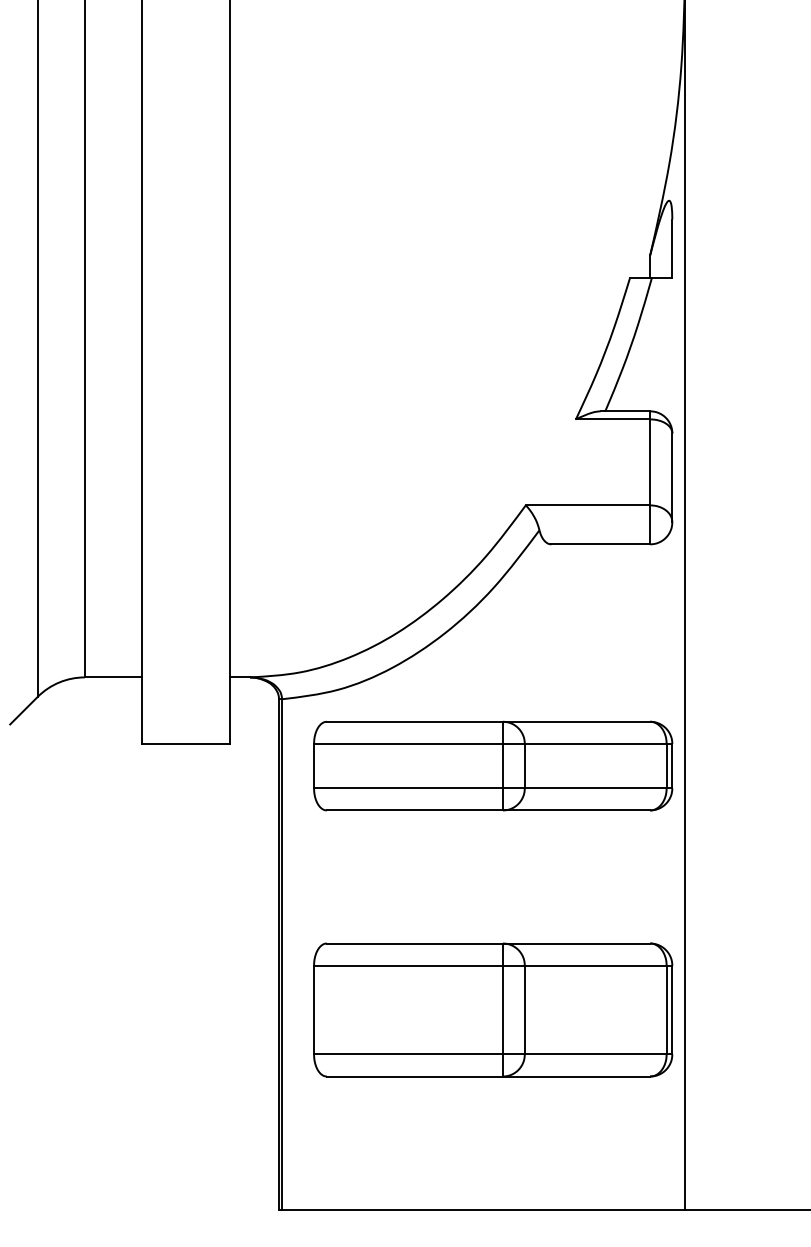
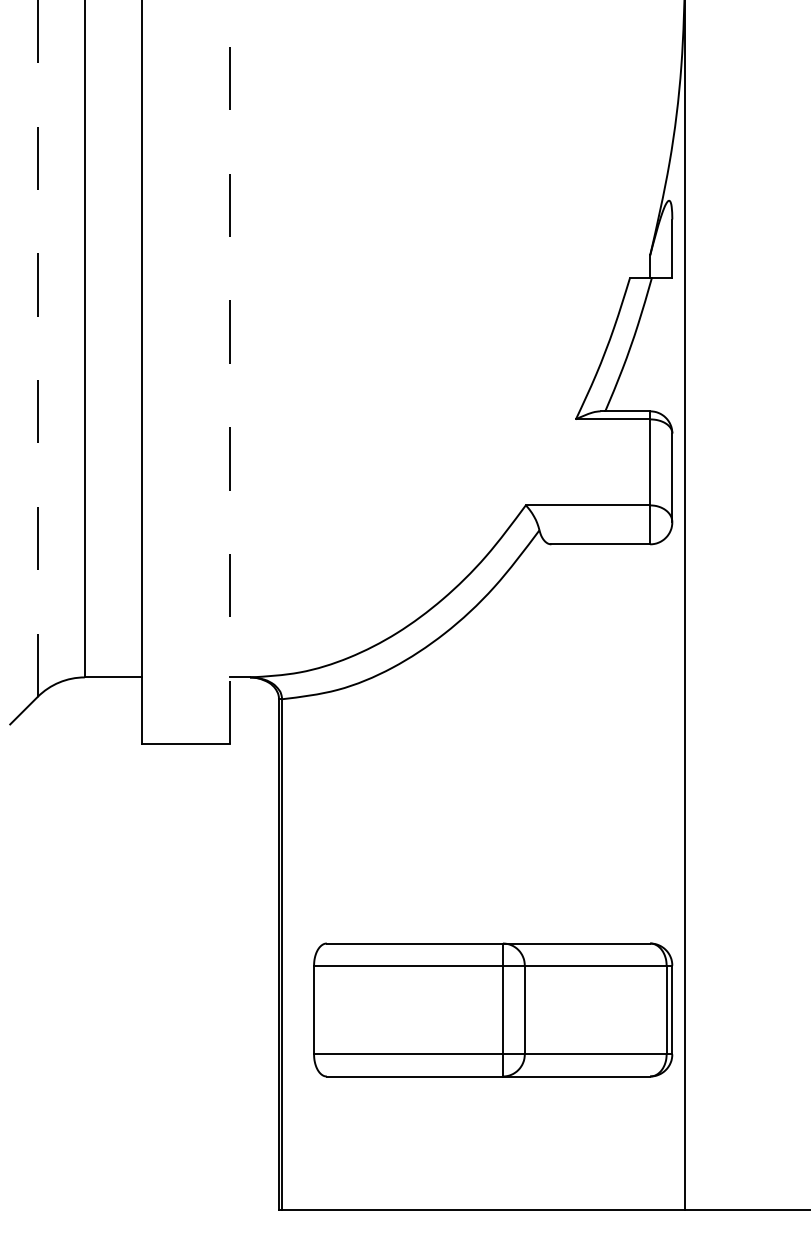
line at (37, 347): solid -> dashed
line at (230, 372): solid -> dashed
part at (493, 765): present -> none
